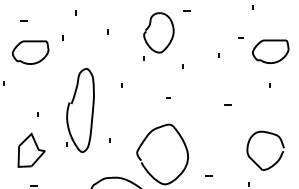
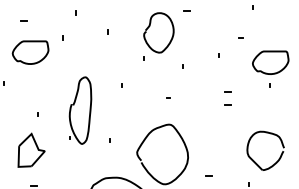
part at (270, 51) position: (270, 51) -> (270, 62)
line at (227, 91): none -> present
part at (80, 110) size: 29x86 px -> 25x69 px
